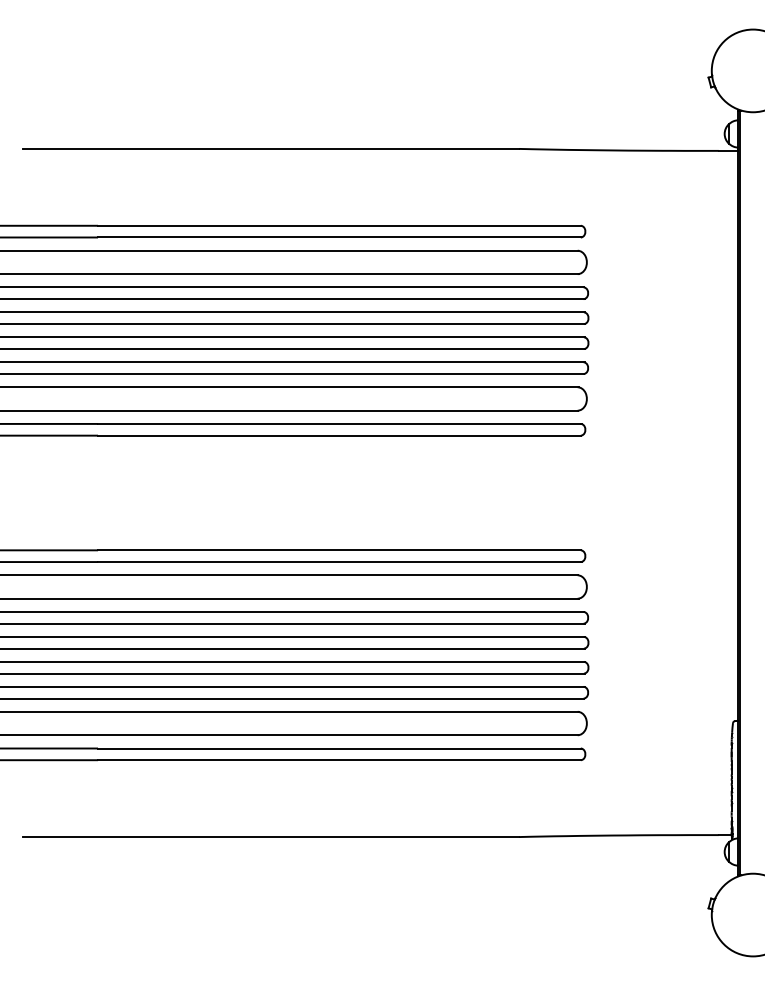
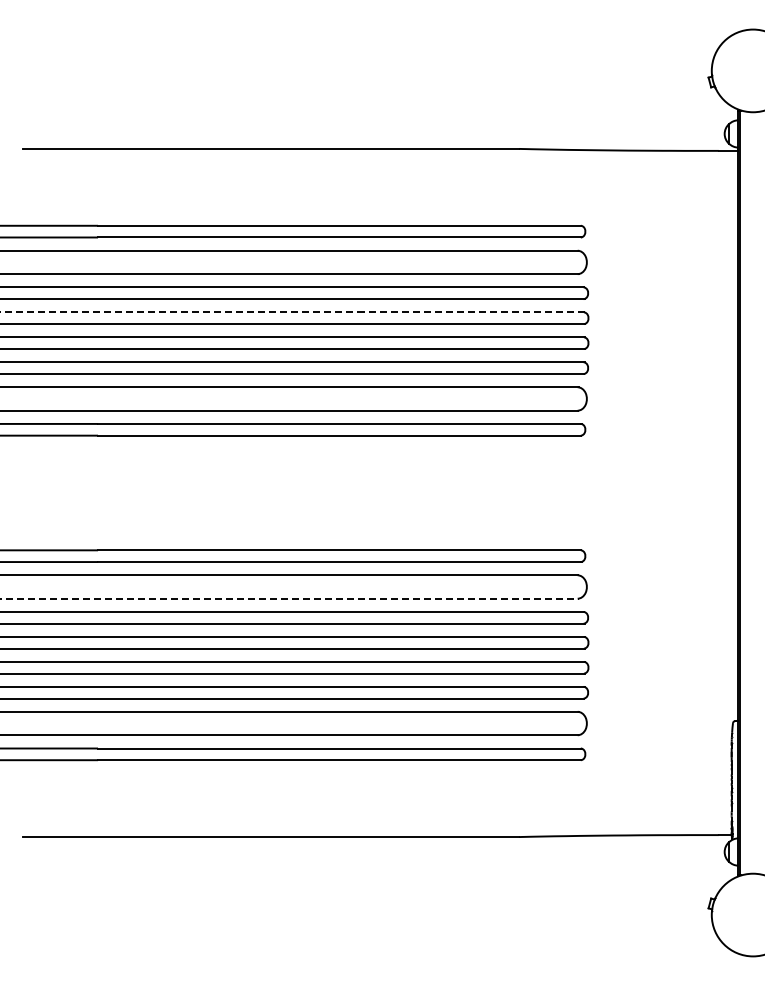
line at (292, 312): solid -> dashed
line at (290, 598): solid -> dashed
